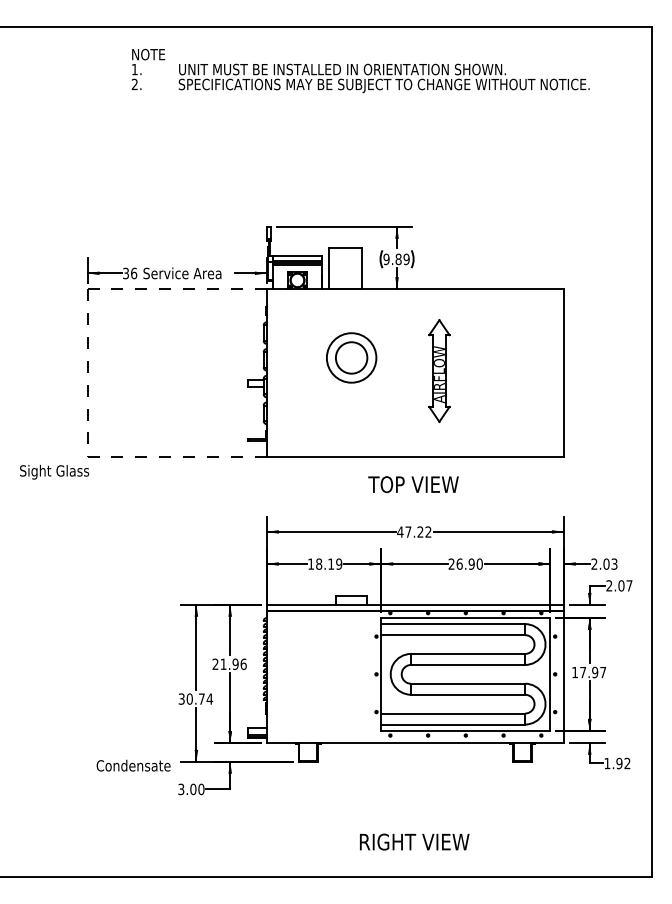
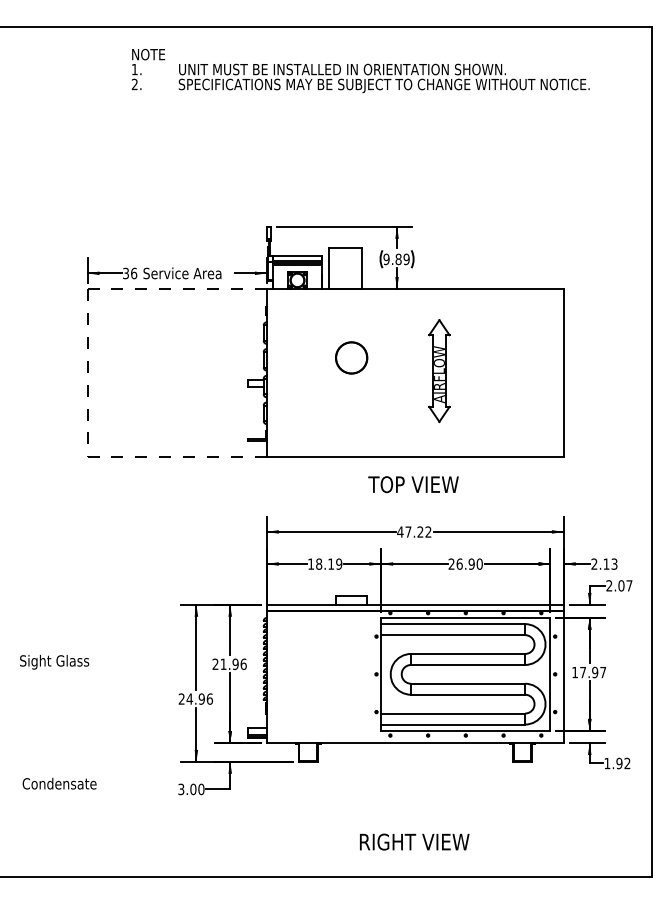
circle at (351, 357) diameter: 50 px -> 31 px
text at (54, 471) position: (54, 471) -> (54, 661)
text at (606, 563): 2.03 -> 2.13
text at (195, 698): 30.74 -> 24.96
text at (133, 765) position: (133, 765) -> (59, 783)
